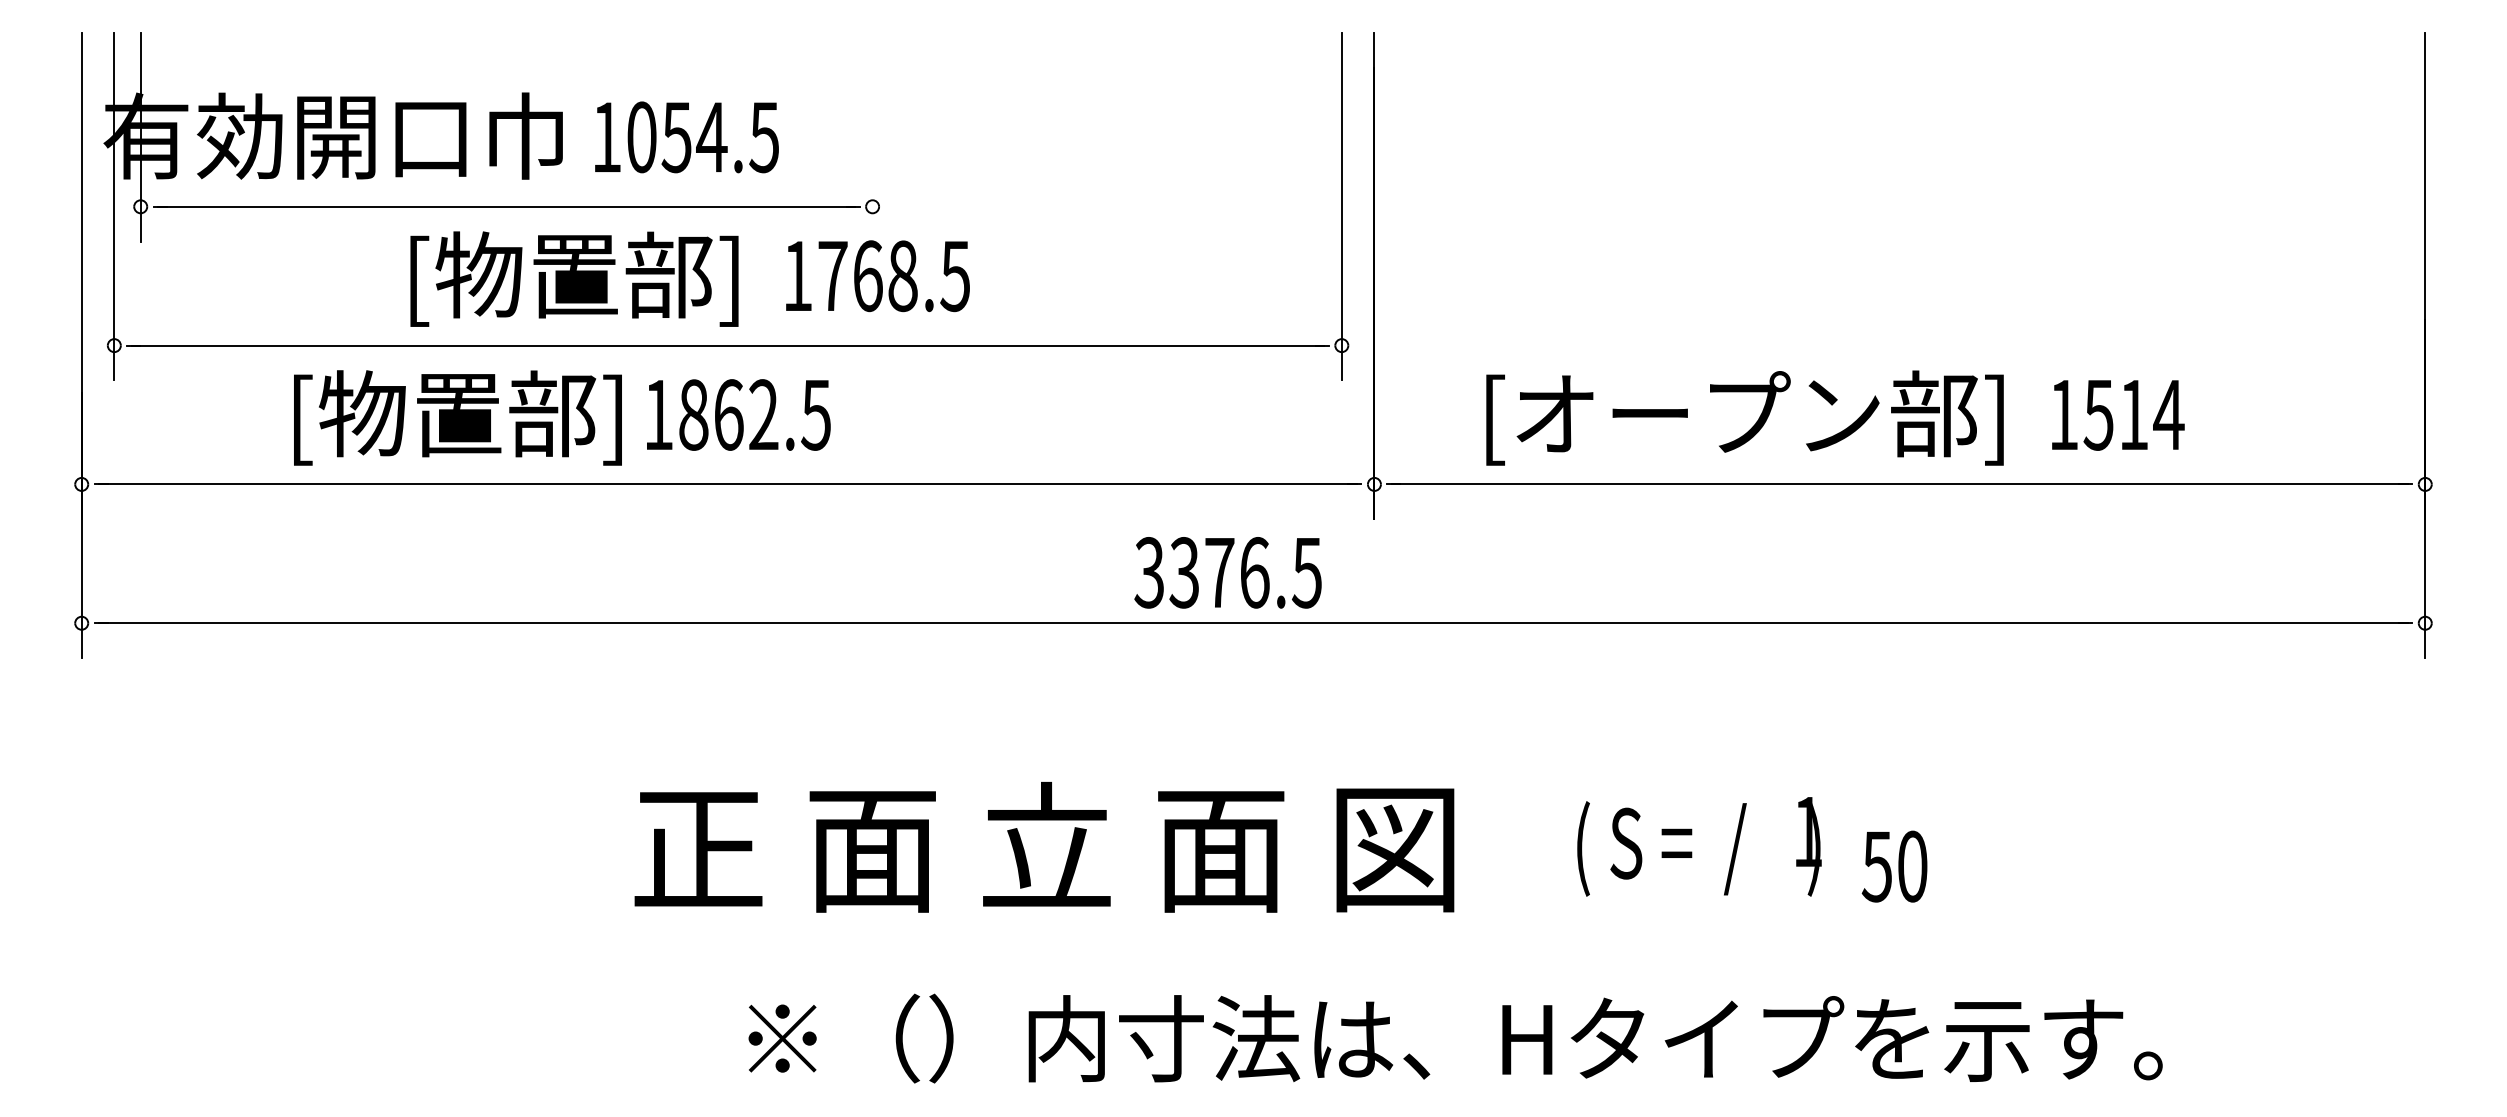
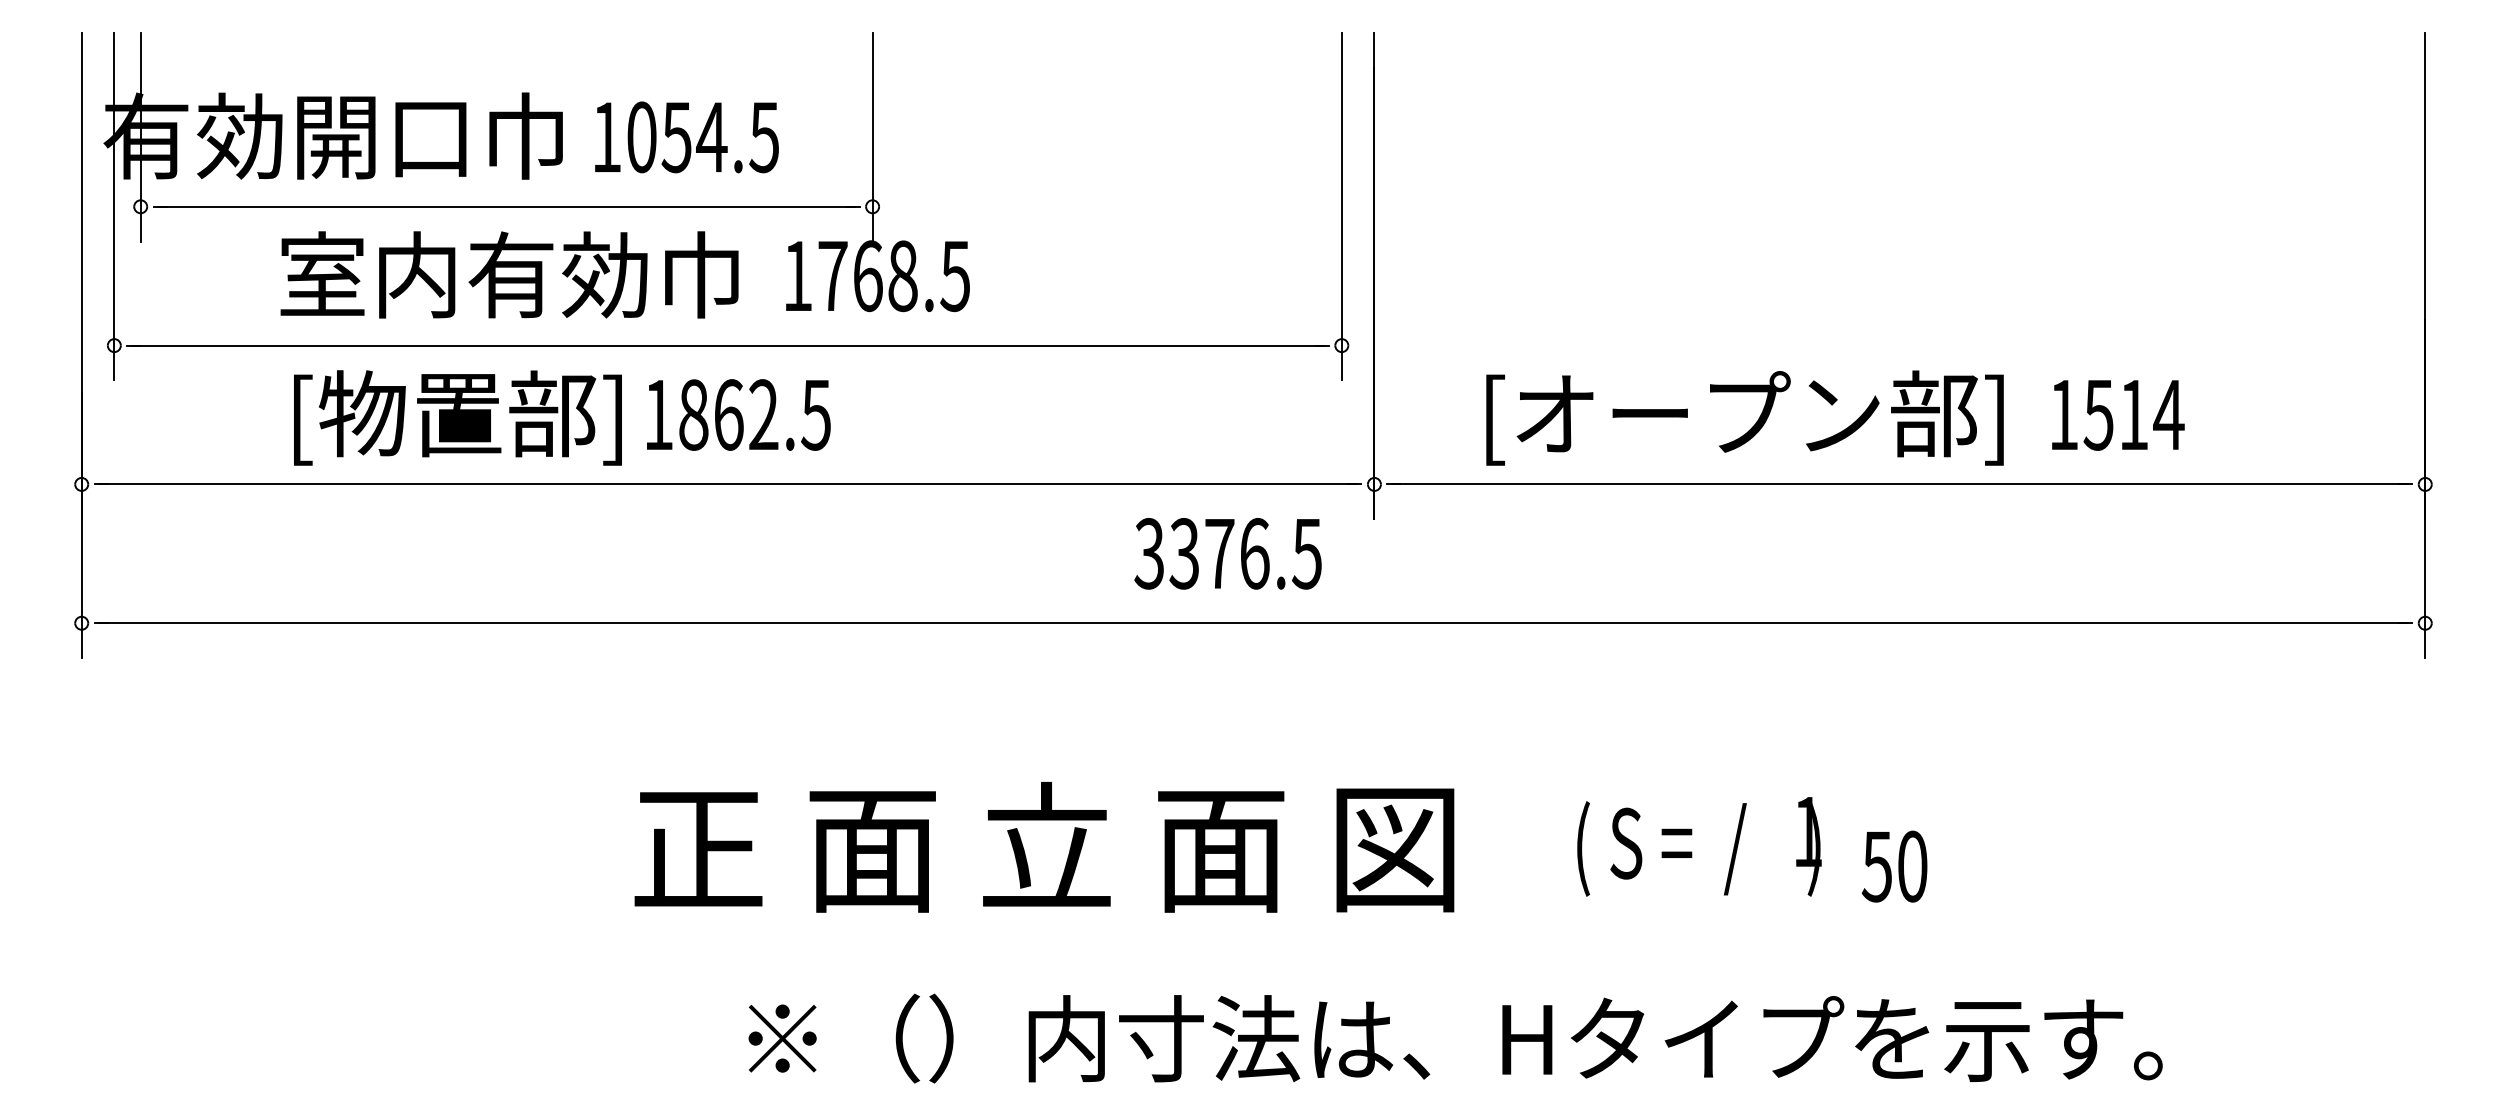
line at (872, 137): none -> present
text at (509, 278): [物置部] -> 室内有効巾
text at (1227, 572) position: (1227, 572) -> (1227, 553)
